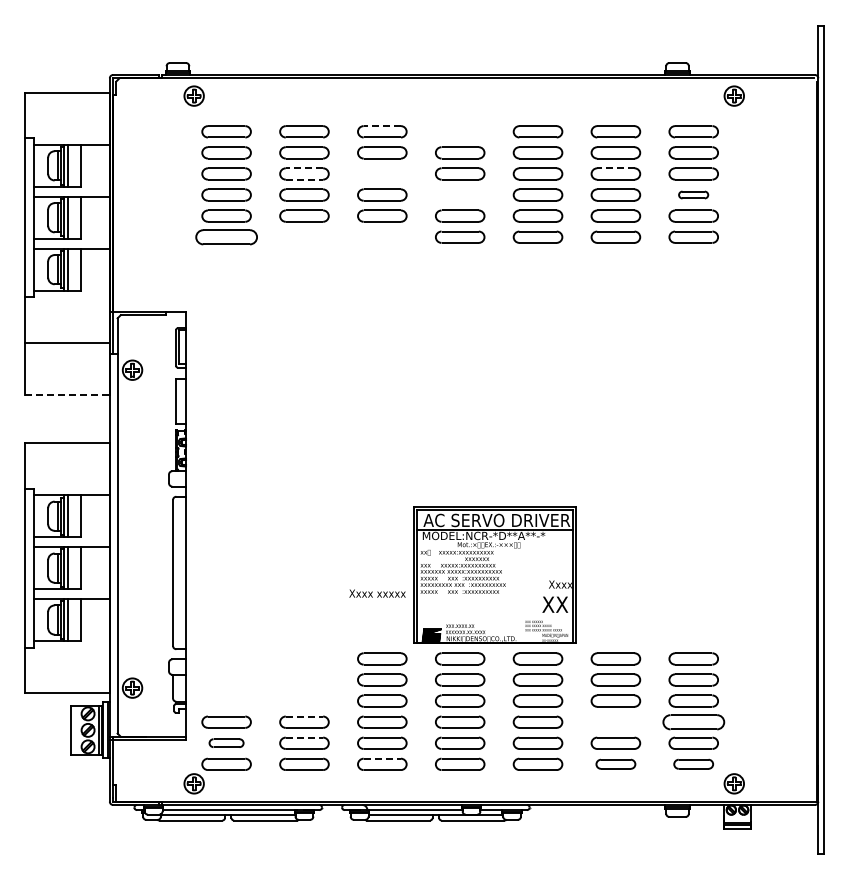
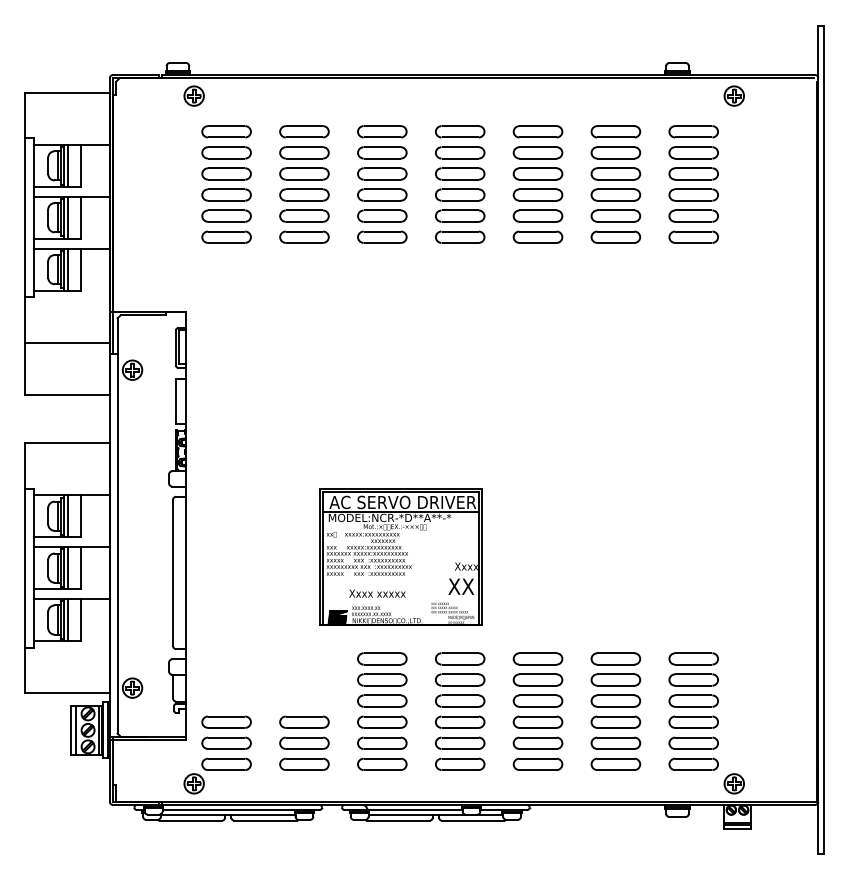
line at (382, 126): dashed -> solid
part at (460, 131): none -> present
line at (304, 168): dashed -> solid
line at (615, 168): dashed -> solid
part at (382, 173): none -> present
line at (304, 179): dashed -> solid
part at (460, 194): none -> present
part at (693, 194) size: 32x10 px -> 51x14 px
part at (304, 236): none -> present
part at (382, 236): none -> present
part at (226, 237) size: 63x17 px -> 51x14 px
line at (68, 394): dashed -> solid
part at (494, 574) position: (494, 574) -> (400, 556)
line at (304, 716): dashed -> solid
part at (615, 721): none -> present
part at (693, 722) size: 64x17 px -> 51x14 px
line at (75, 729): none -> present
line at (304, 737): dashed -> solid
part at (226, 742) size: 37x10 px -> 51x14 px
line at (382, 758): dashed -> solid
part at (615, 763) size: 42x12 px -> 52x14 px
part at (693, 763) size: 41x12 px -> 51x14 px
